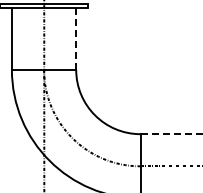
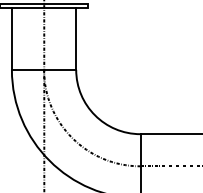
line at (76, 39): dashed -> solid
line at (171, 134): dashed -> solid
